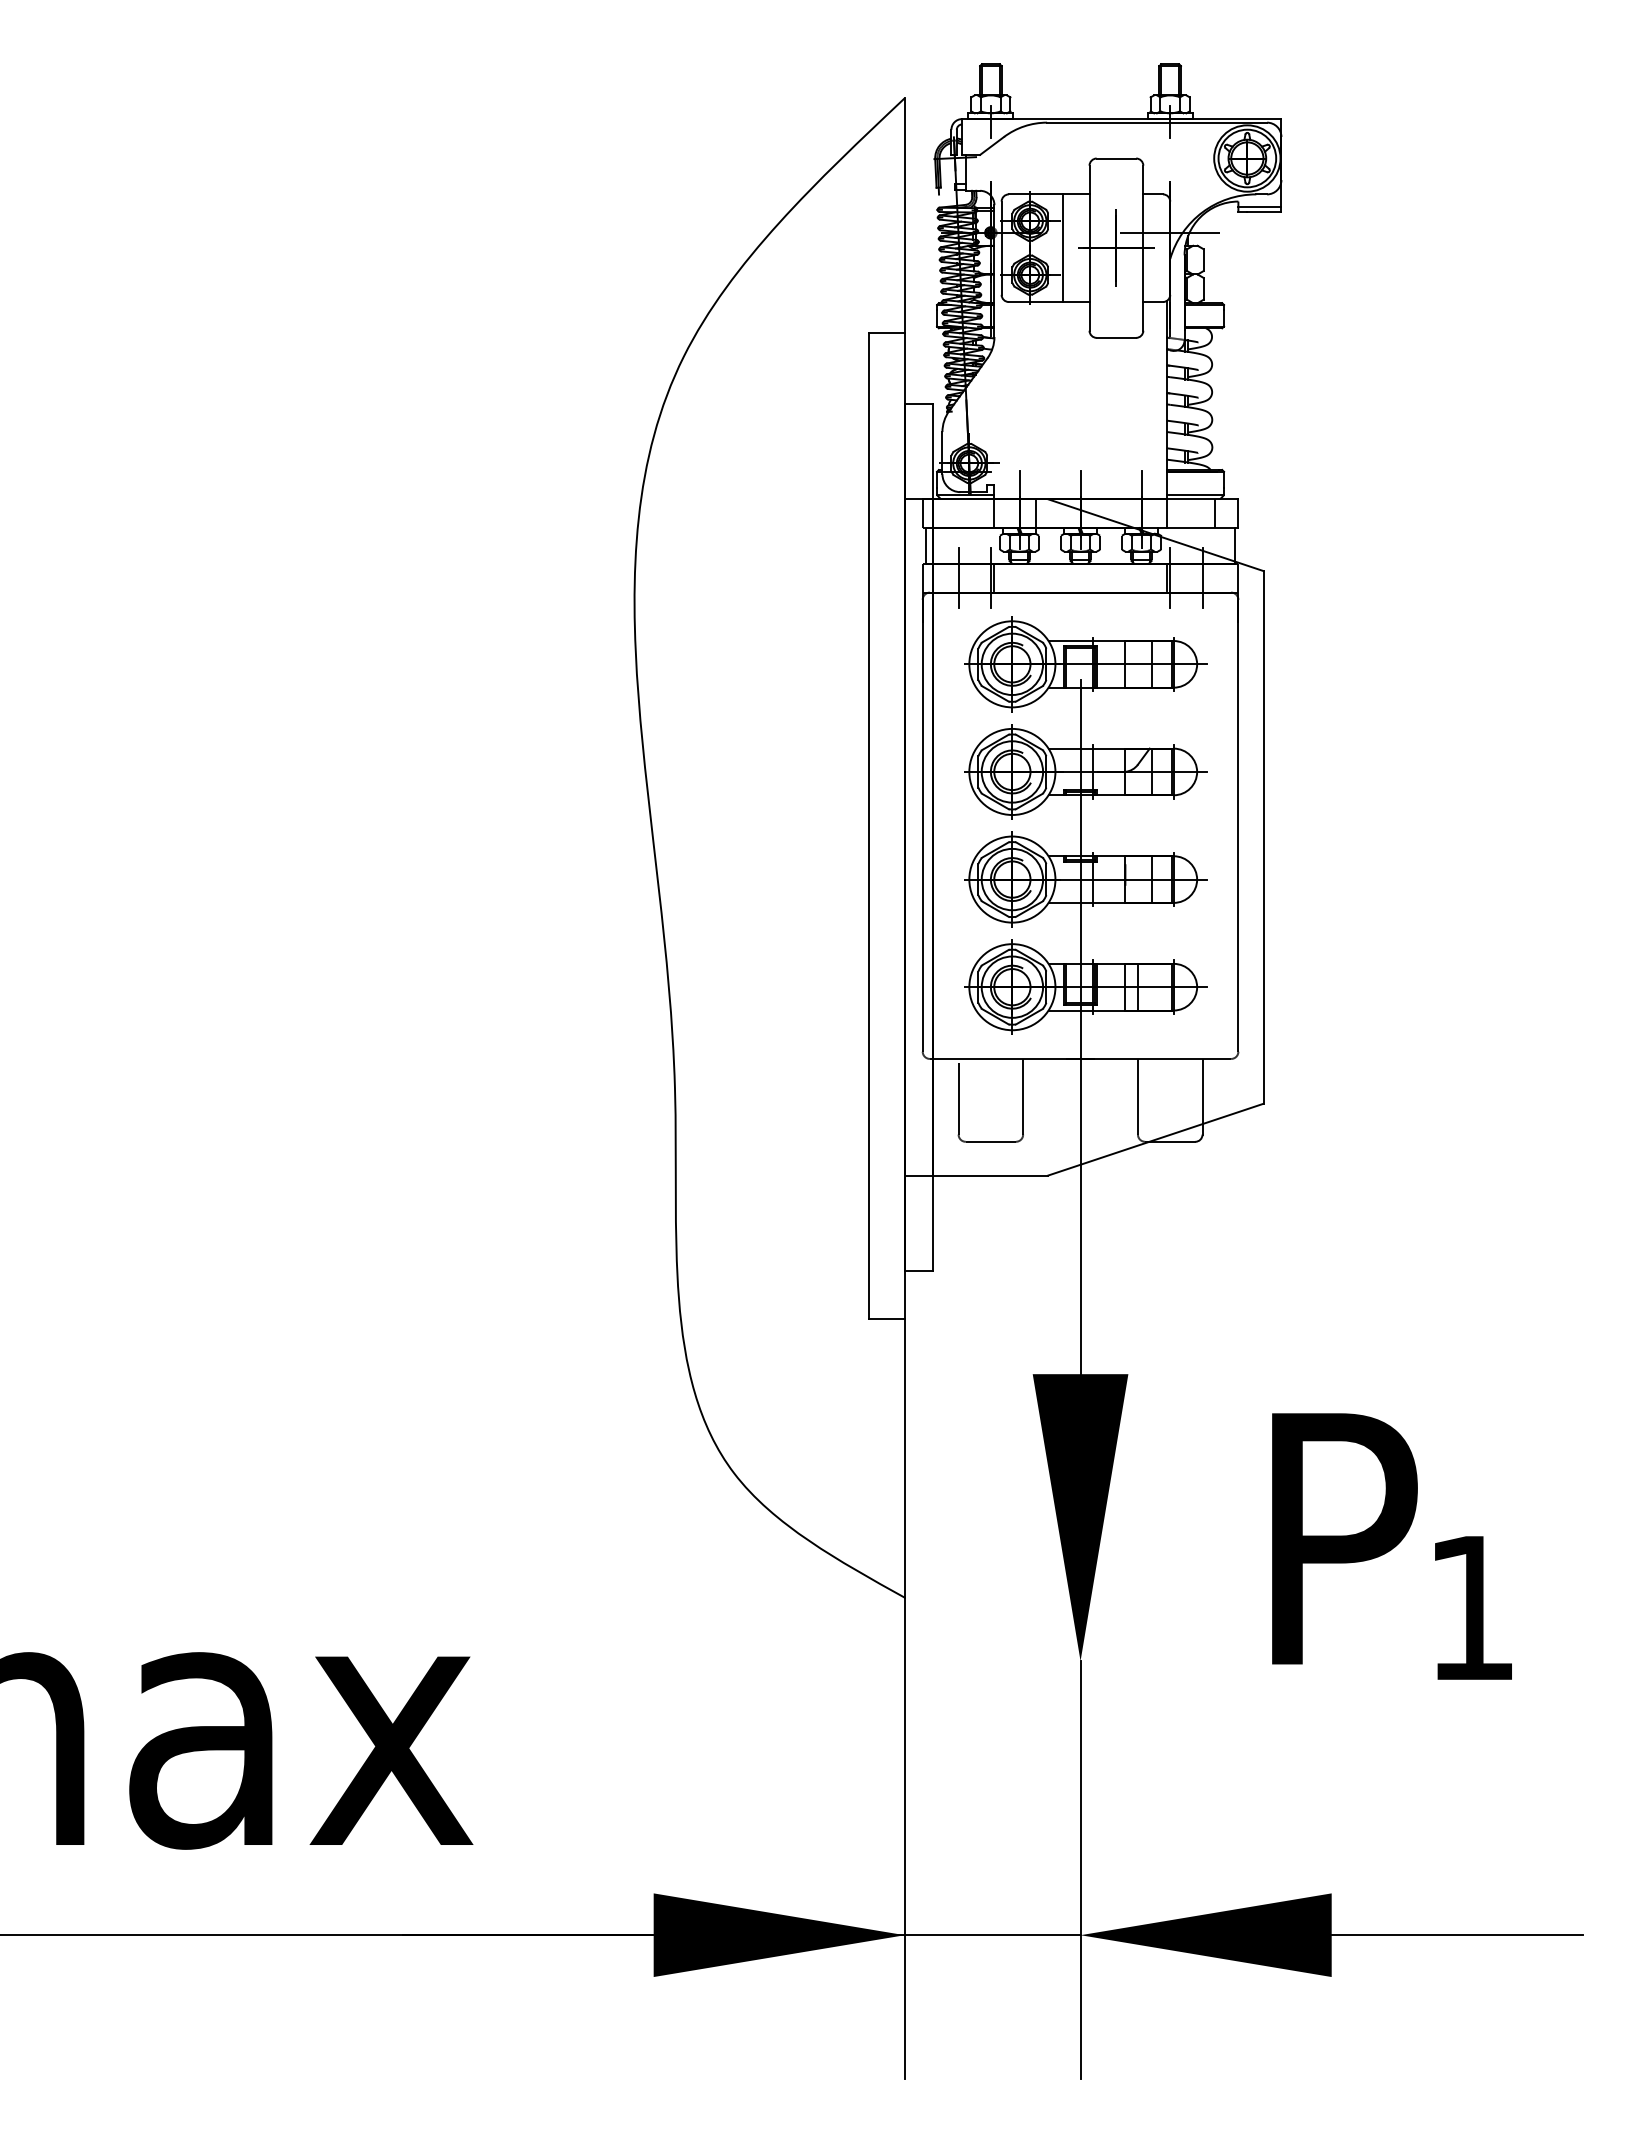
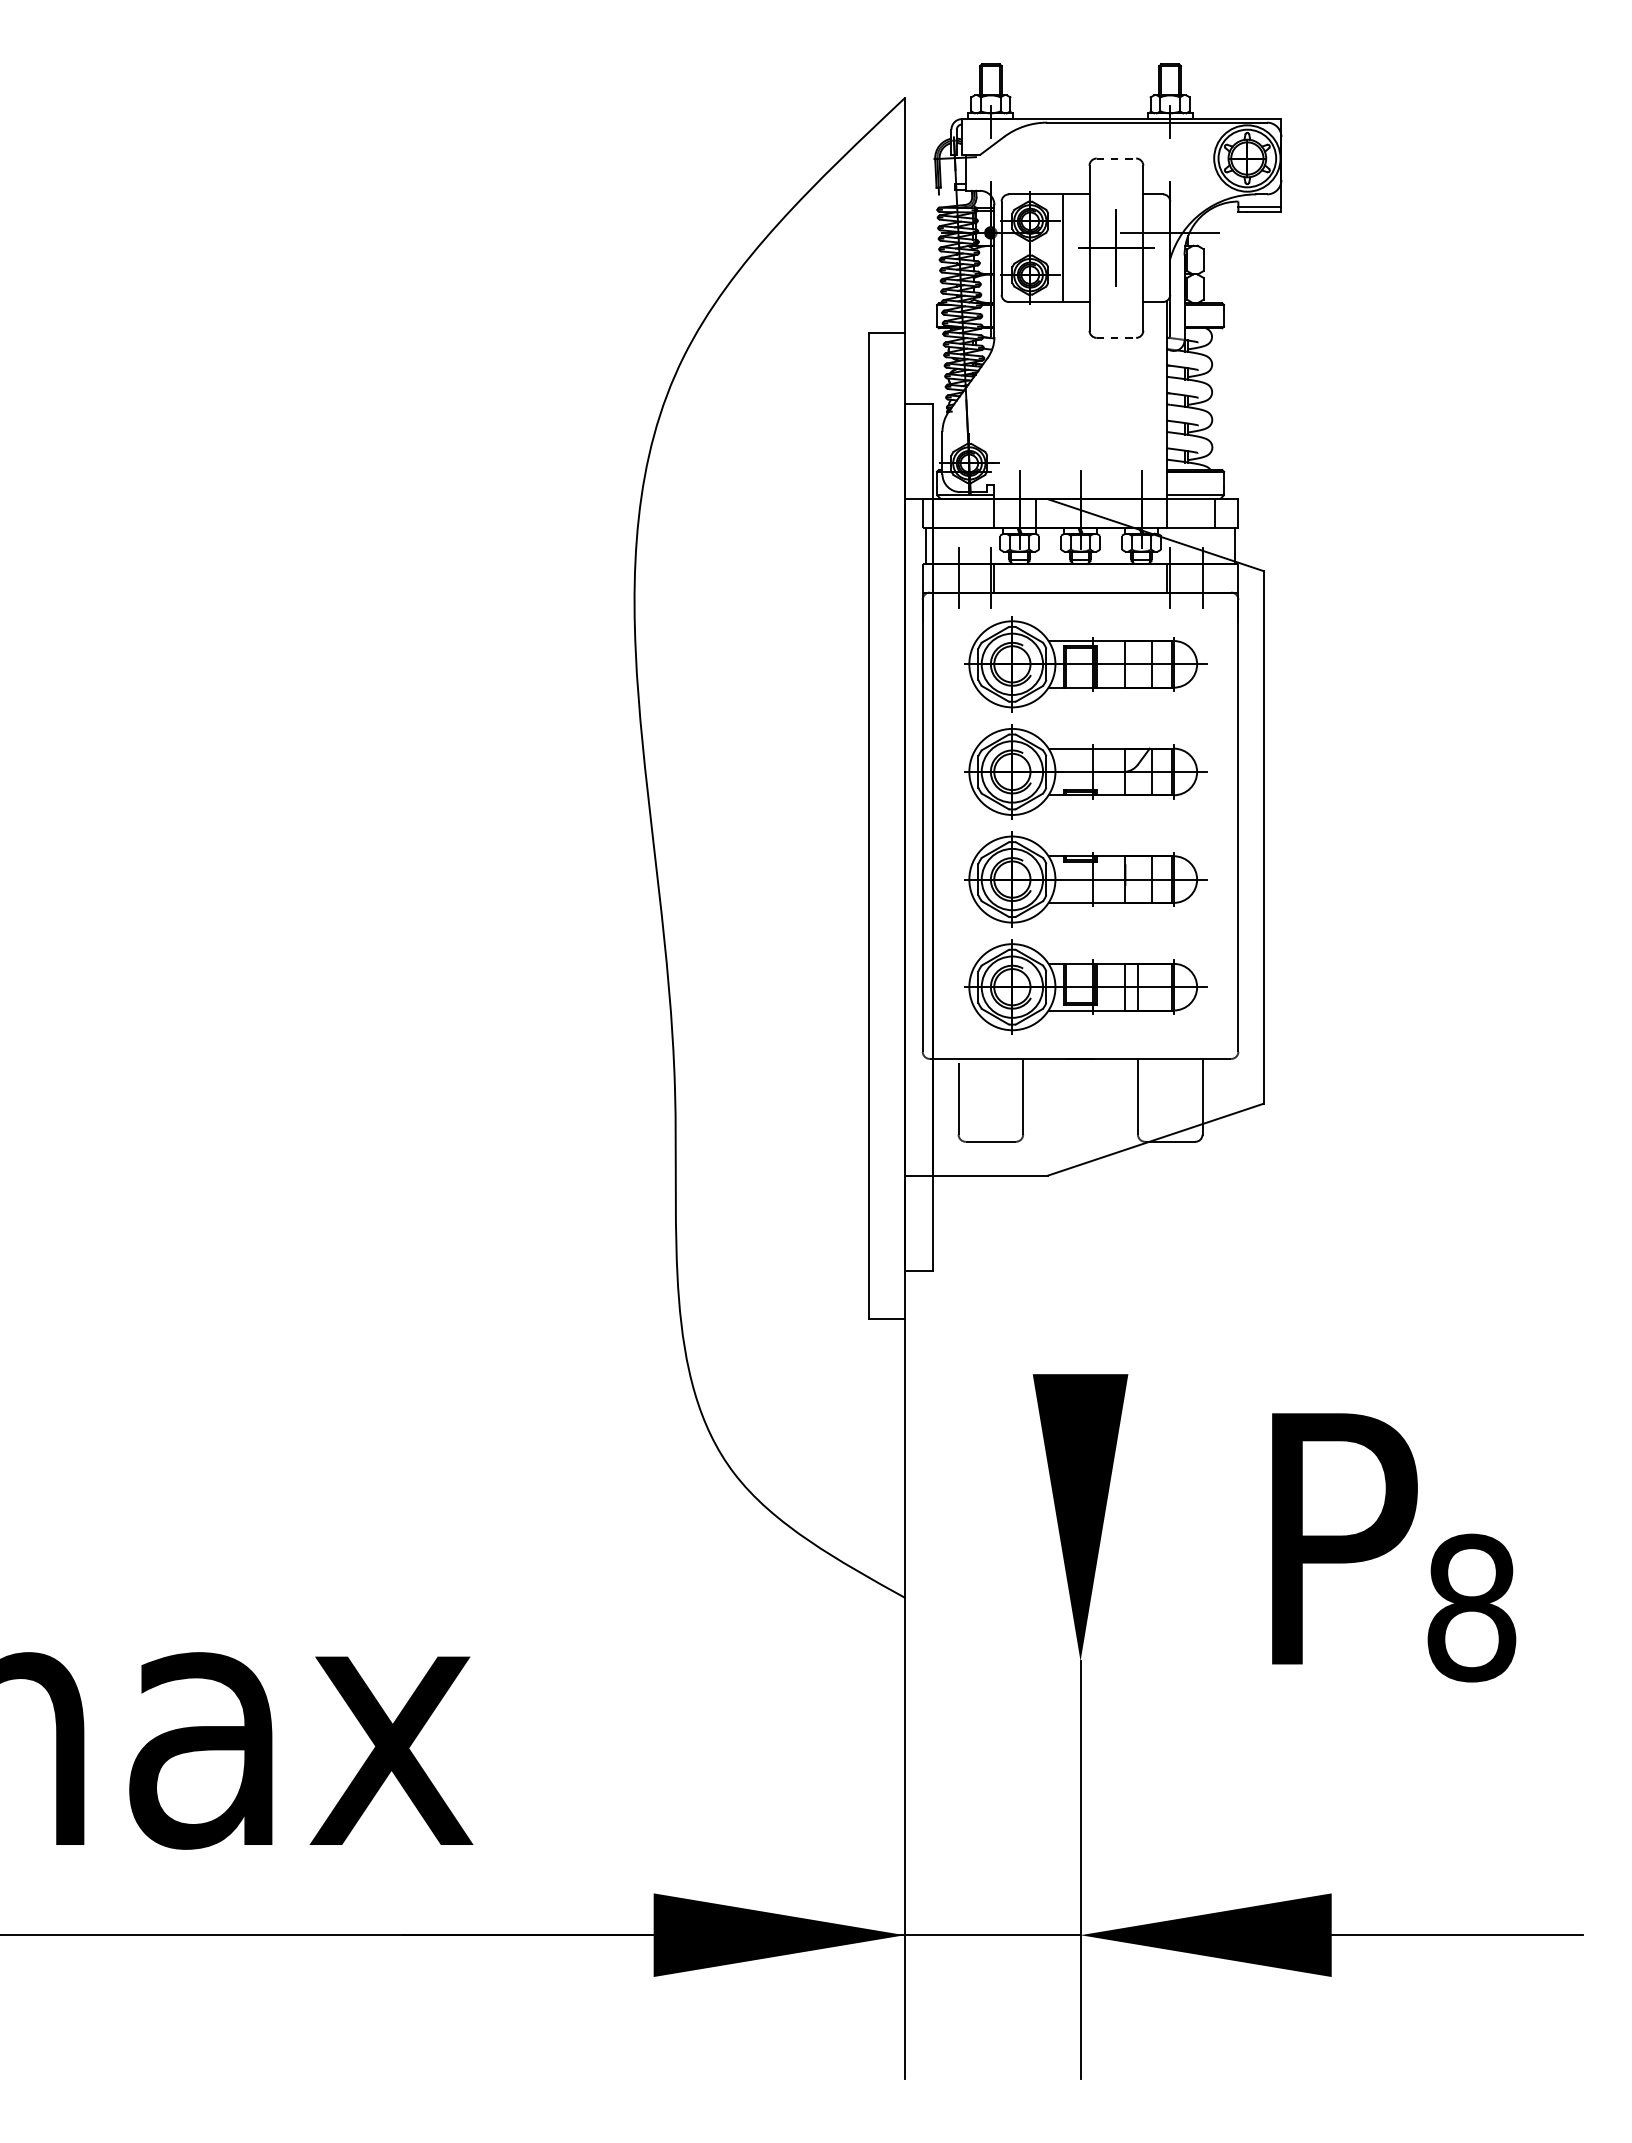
line at (1116, 158): solid -> dashed
line at (1116, 337): solid -> dashed
line at (1080, 1026): present -> none
text at (1471, 1607): 1 -> 8
